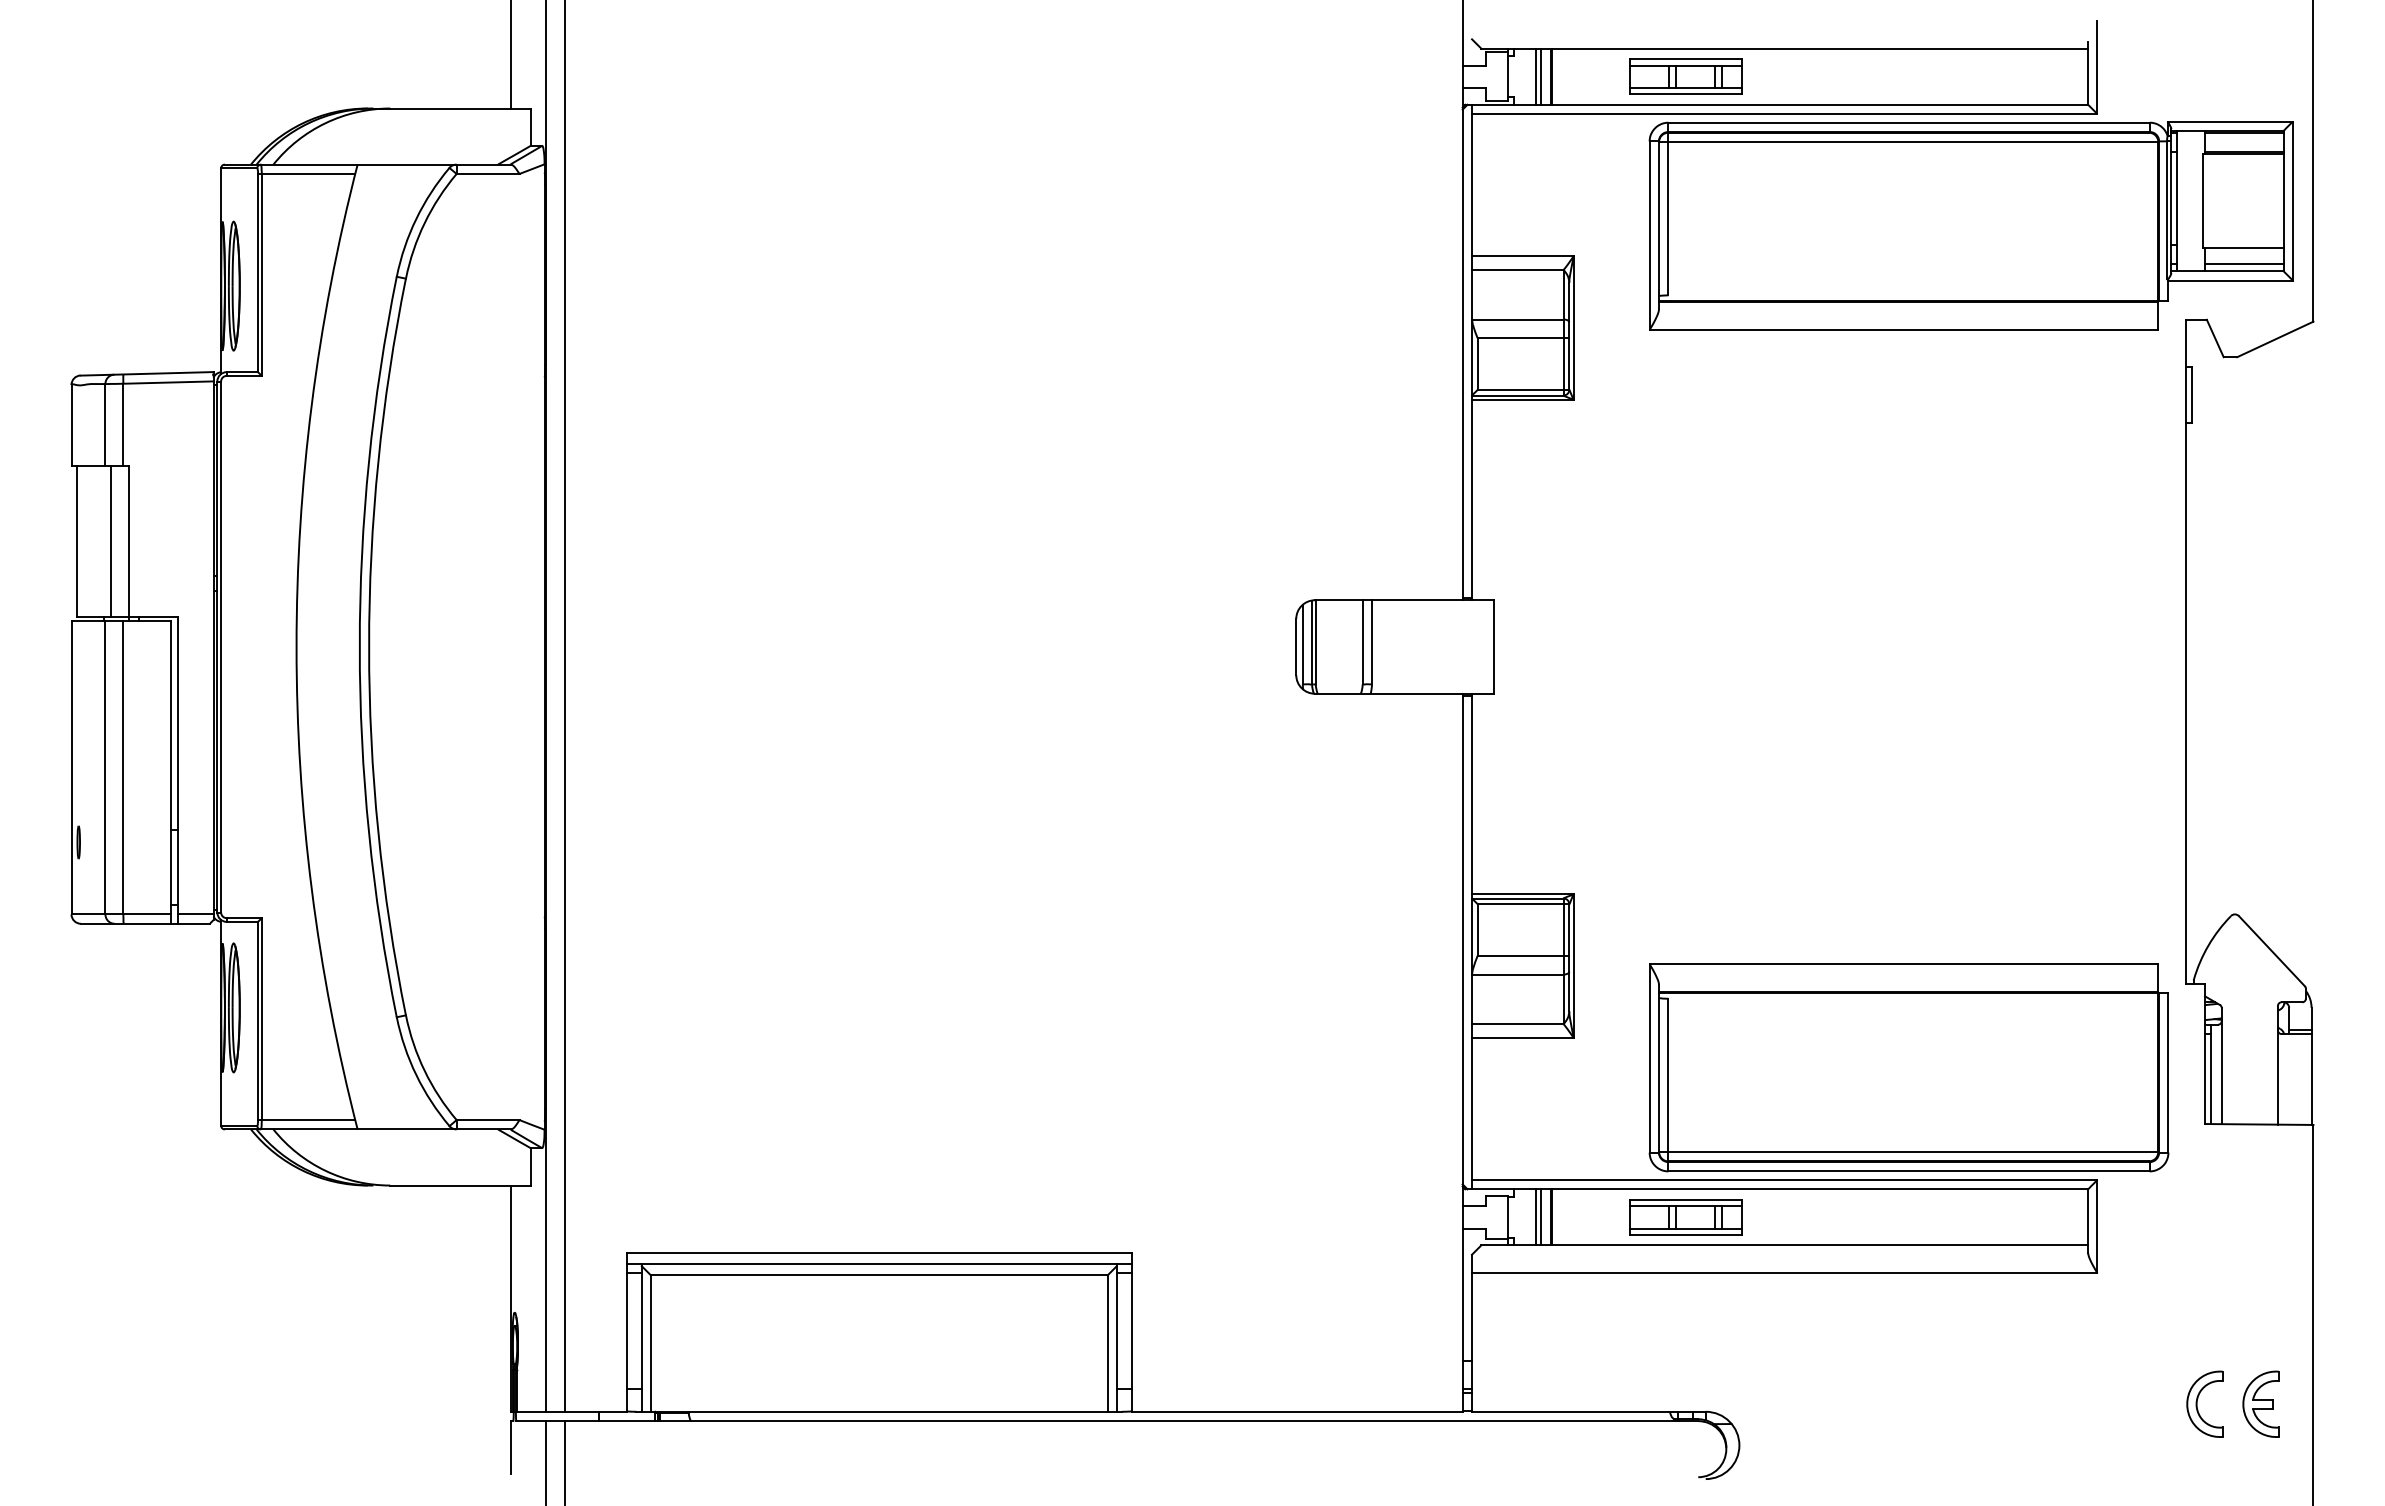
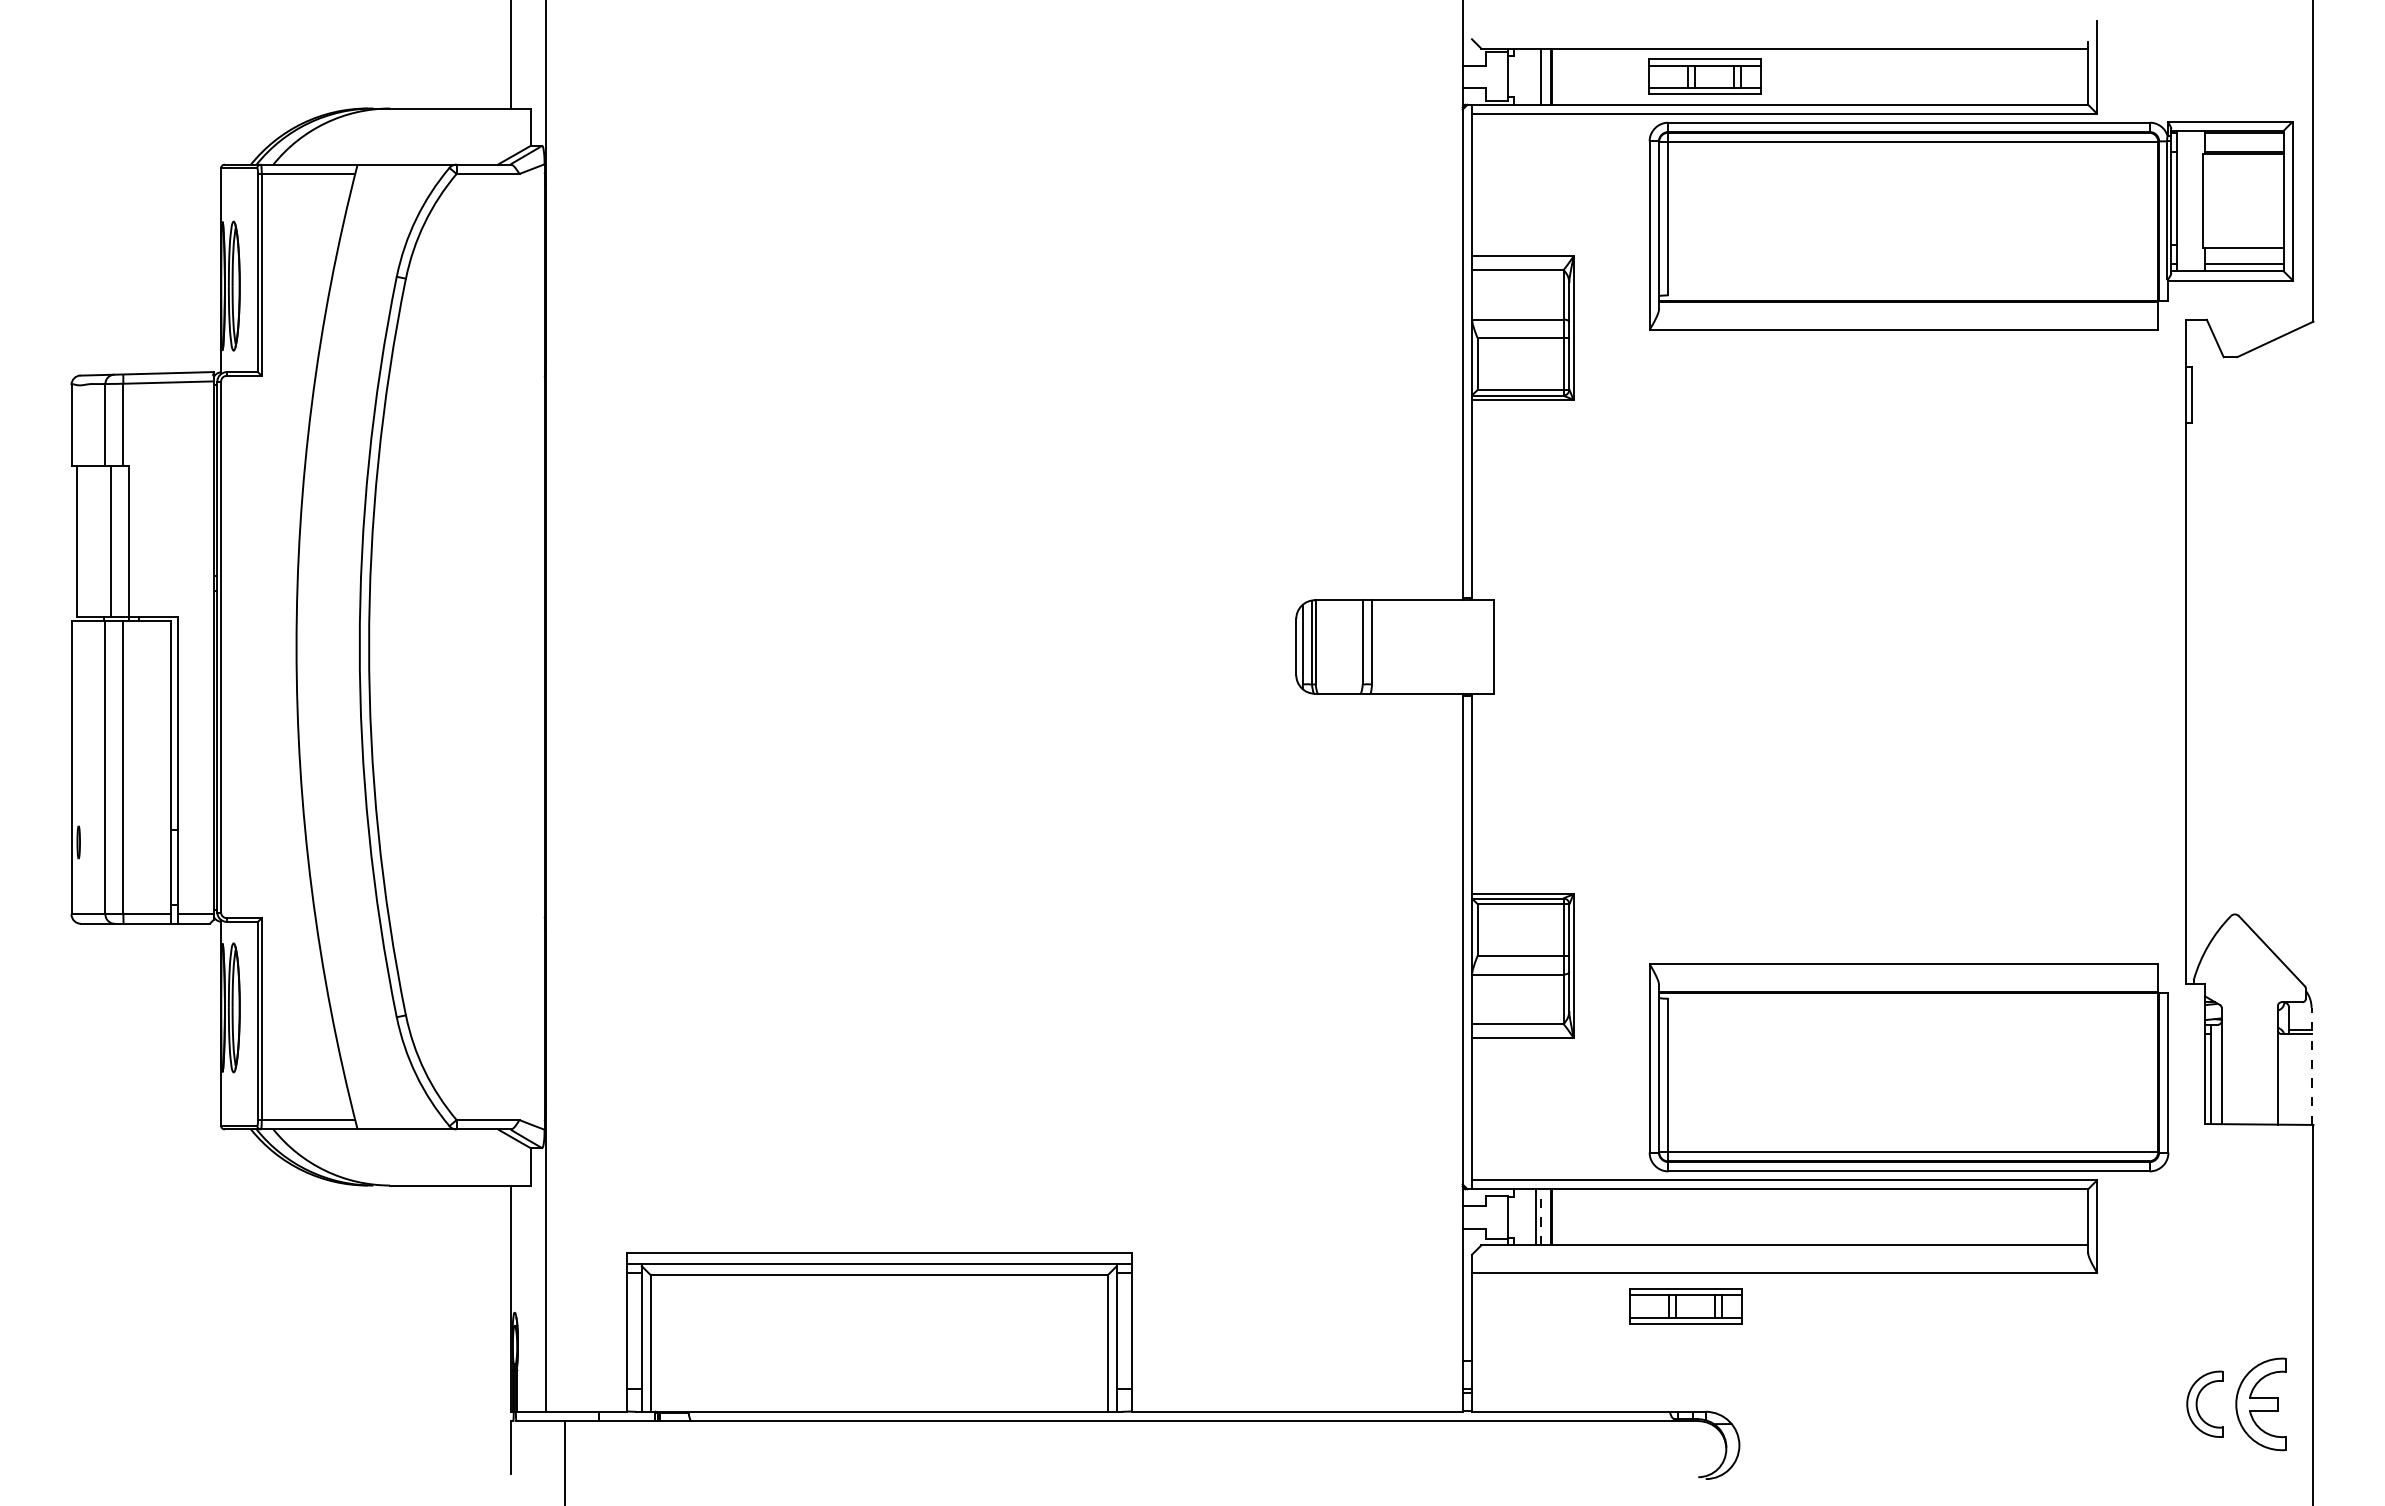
line at (1535, 76): present -> none
part at (1685, 76) position: (1685, 76) -> (1704, 76)
line at (564, 706): present -> none
line at (2311, 1066): solid -> dashed
line at (1541, 1216): solid -> dashed
part at (1685, 1217) position: (1685, 1217) -> (1685, 1306)
part at (2260, 1403) size: 38x68 px -> 52x95 px
line at (545, 1461): present -> none
